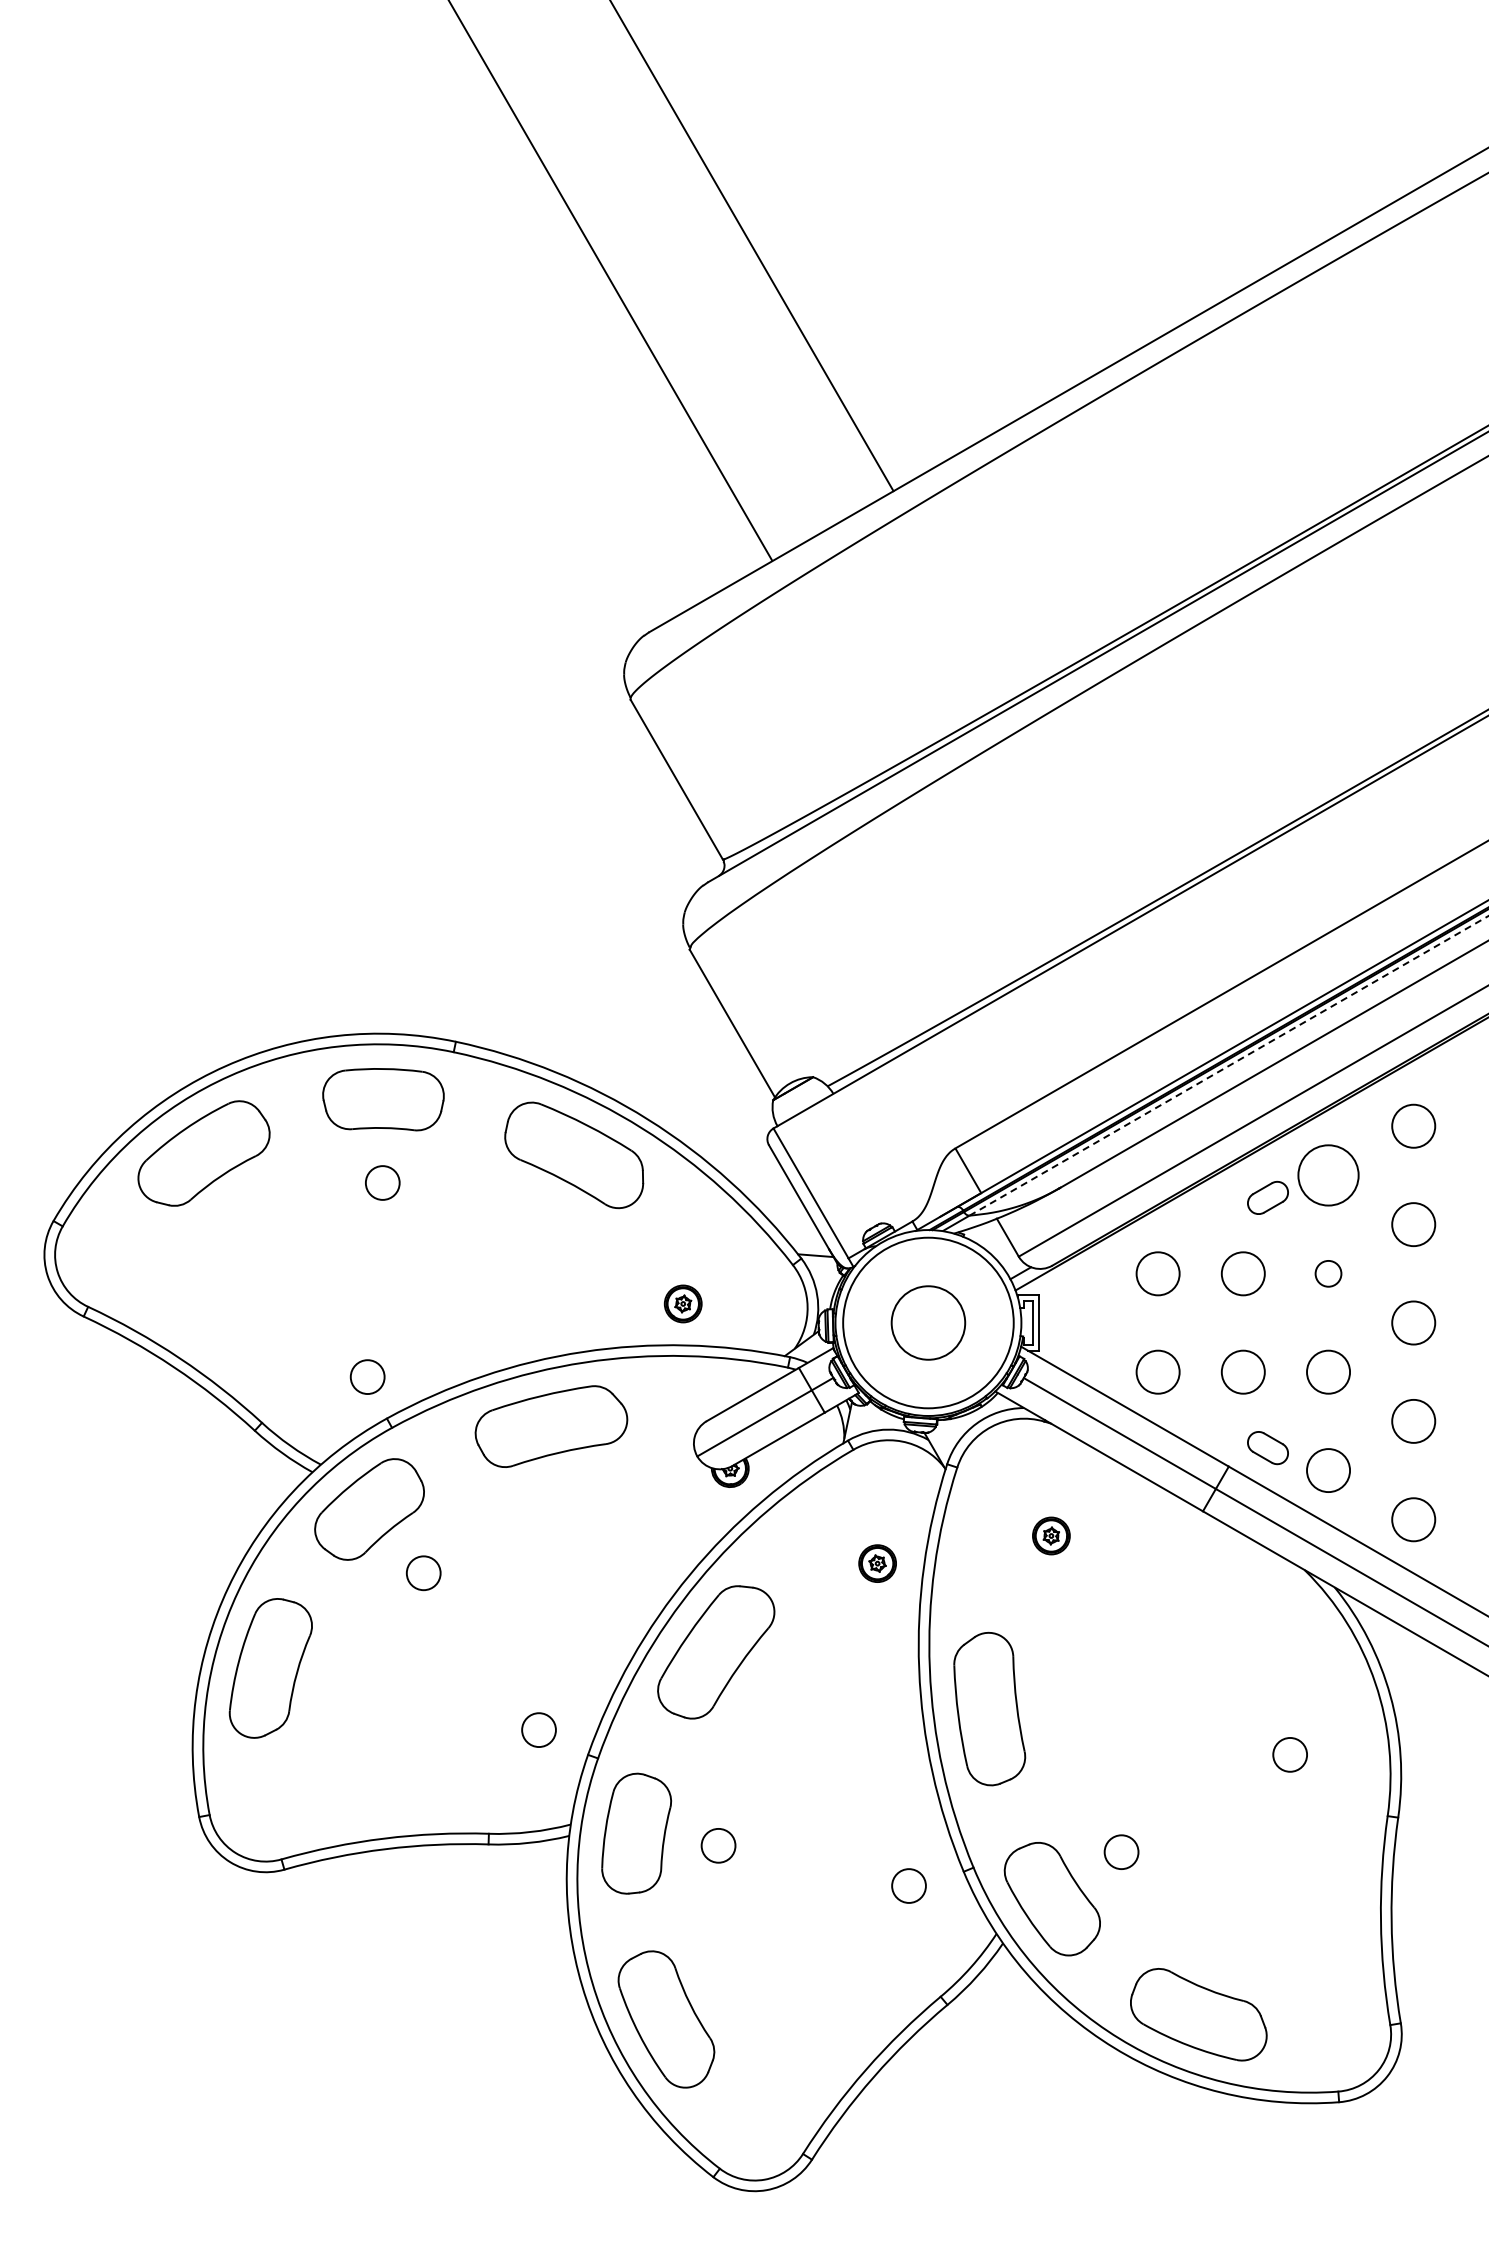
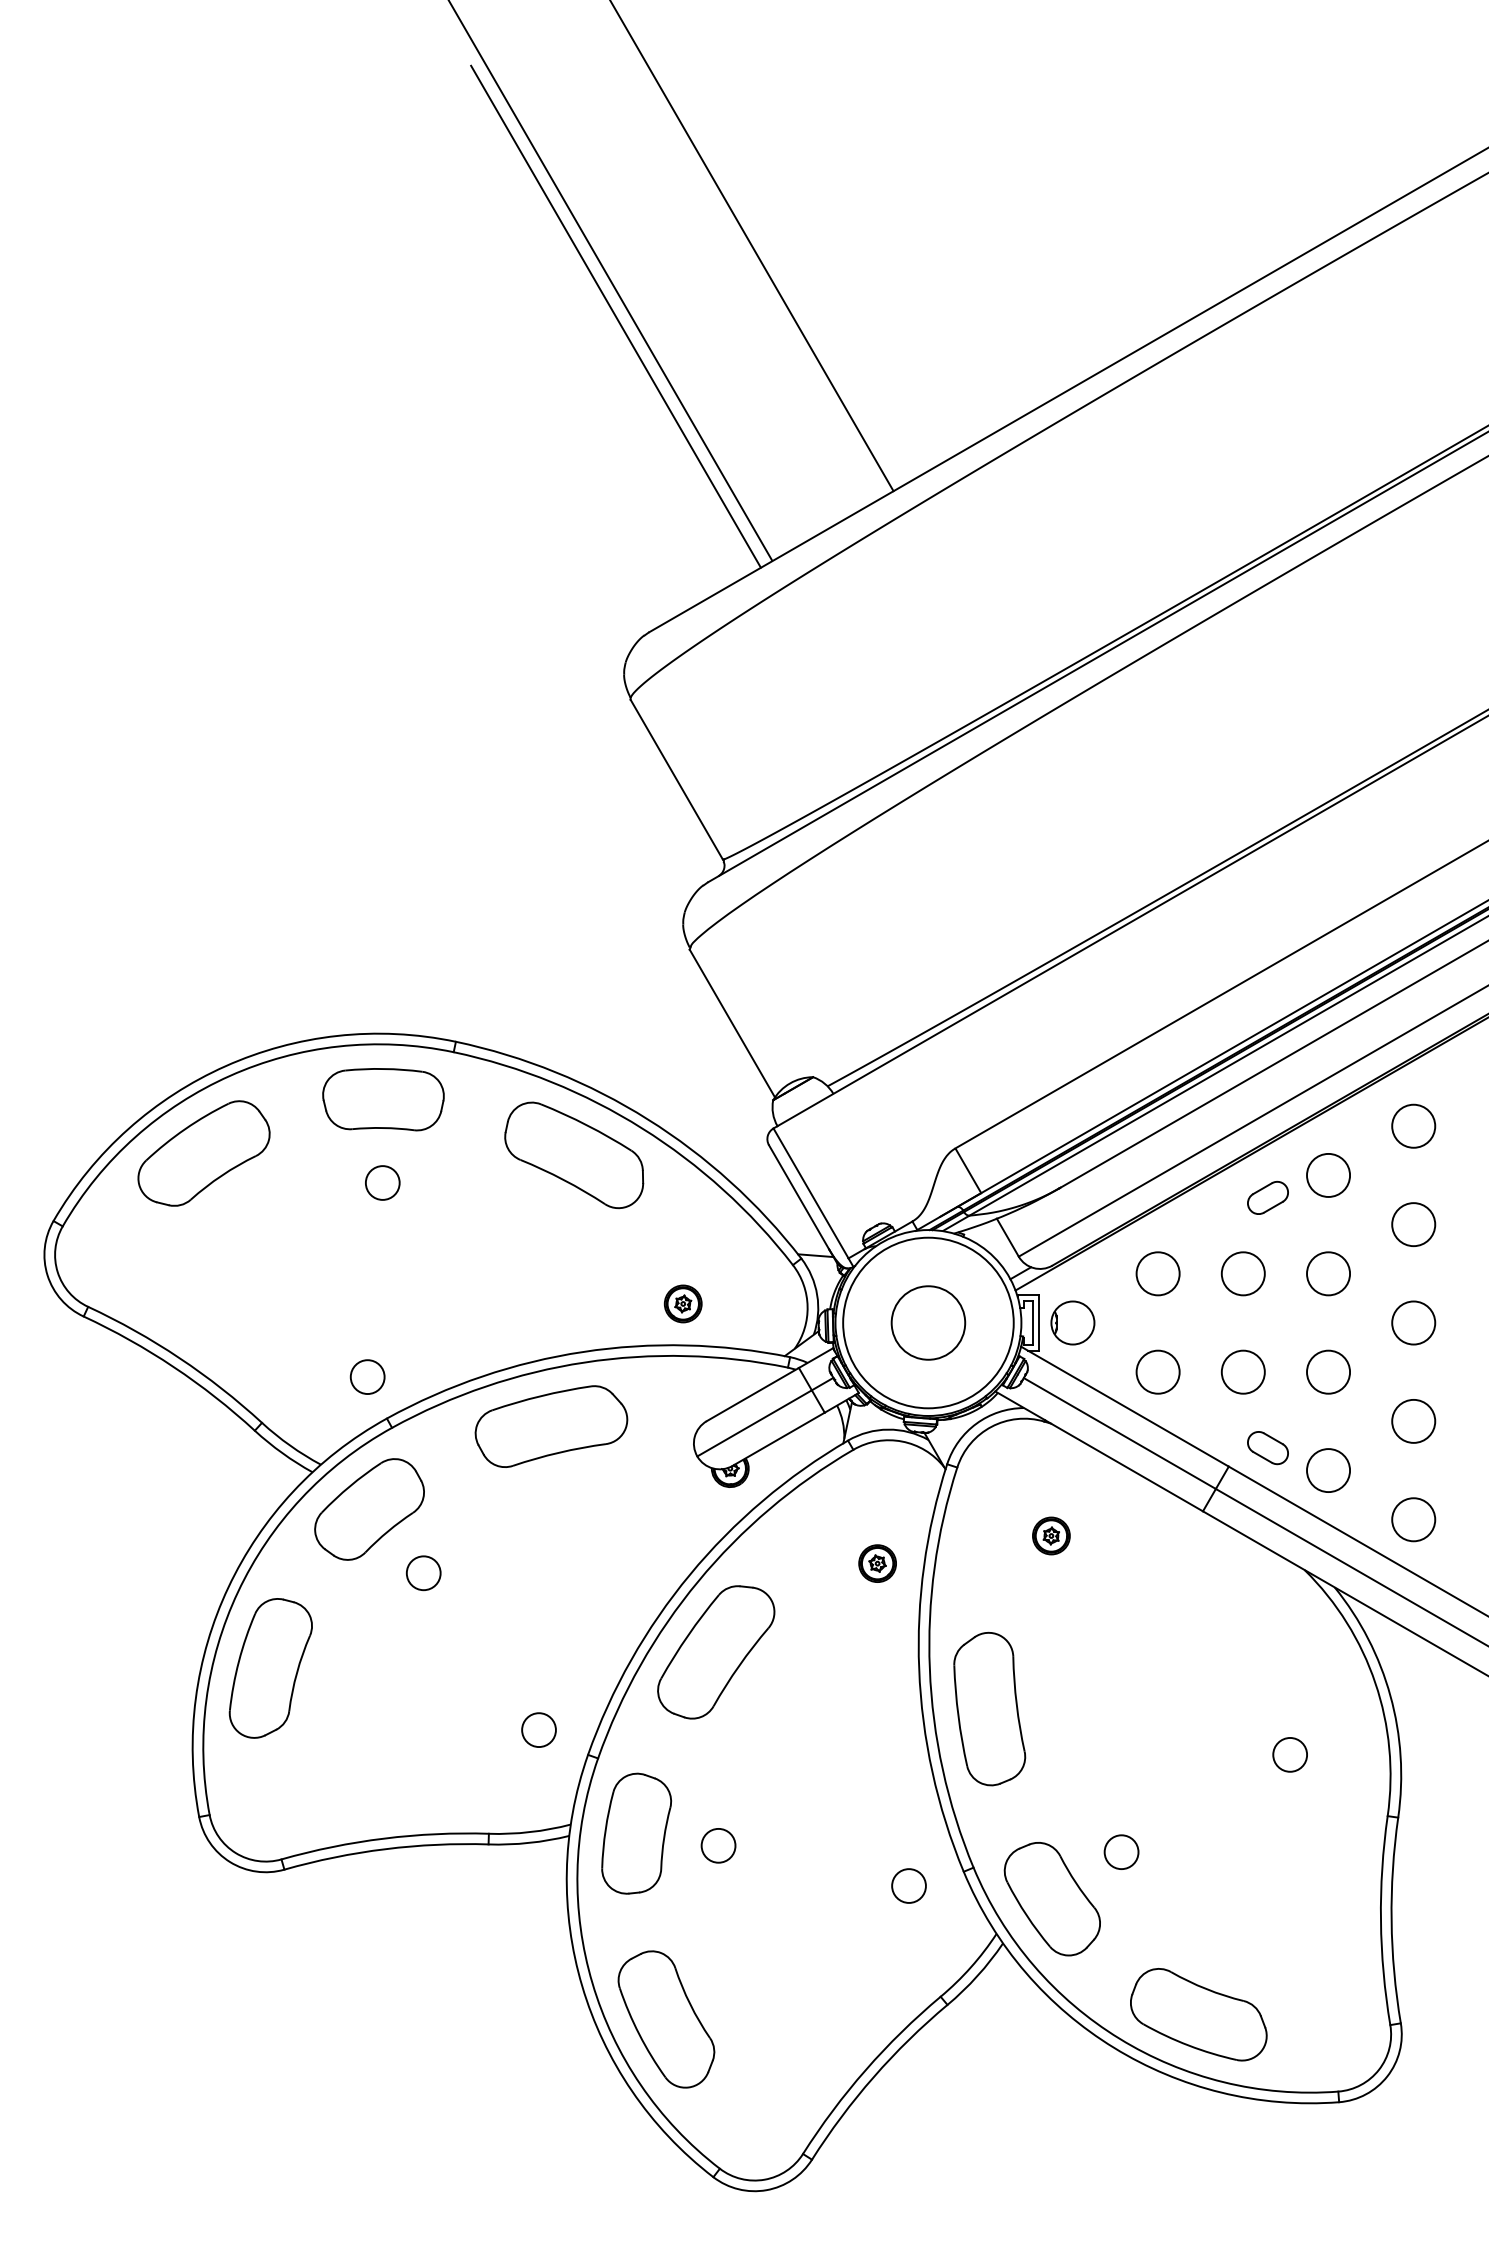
line at (615, 316): none -> present
line at (1229, 1065): dashed -> solid
circle at (1328, 1175) size: 63x63 px -> 45x45 px
circle at (1328, 1273) diameter: 26 px -> 43 px
part at (1072, 1322): none -> present
